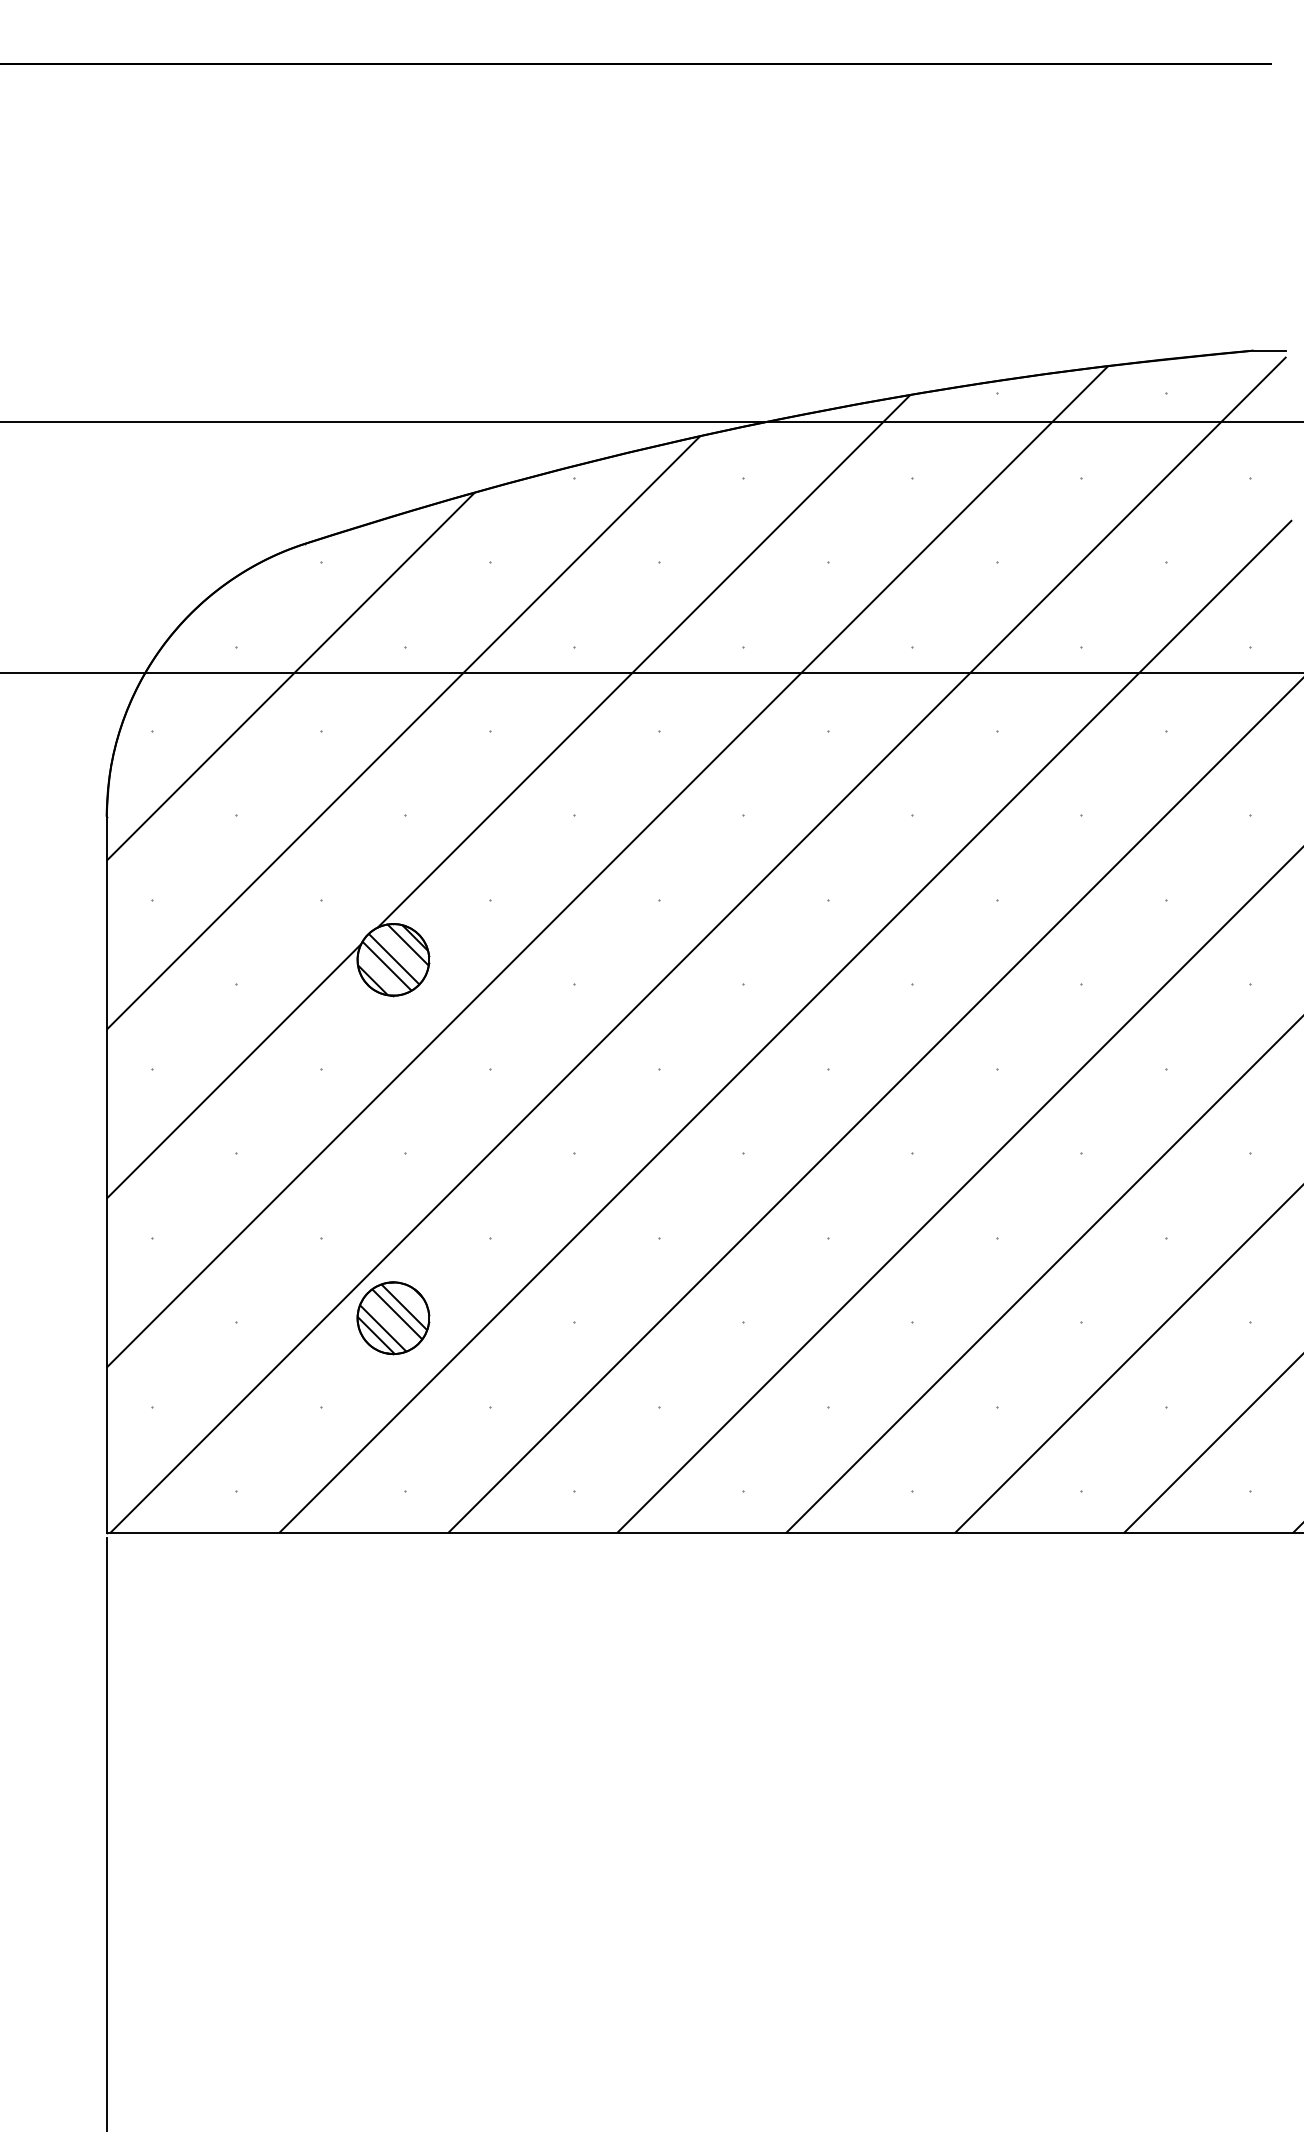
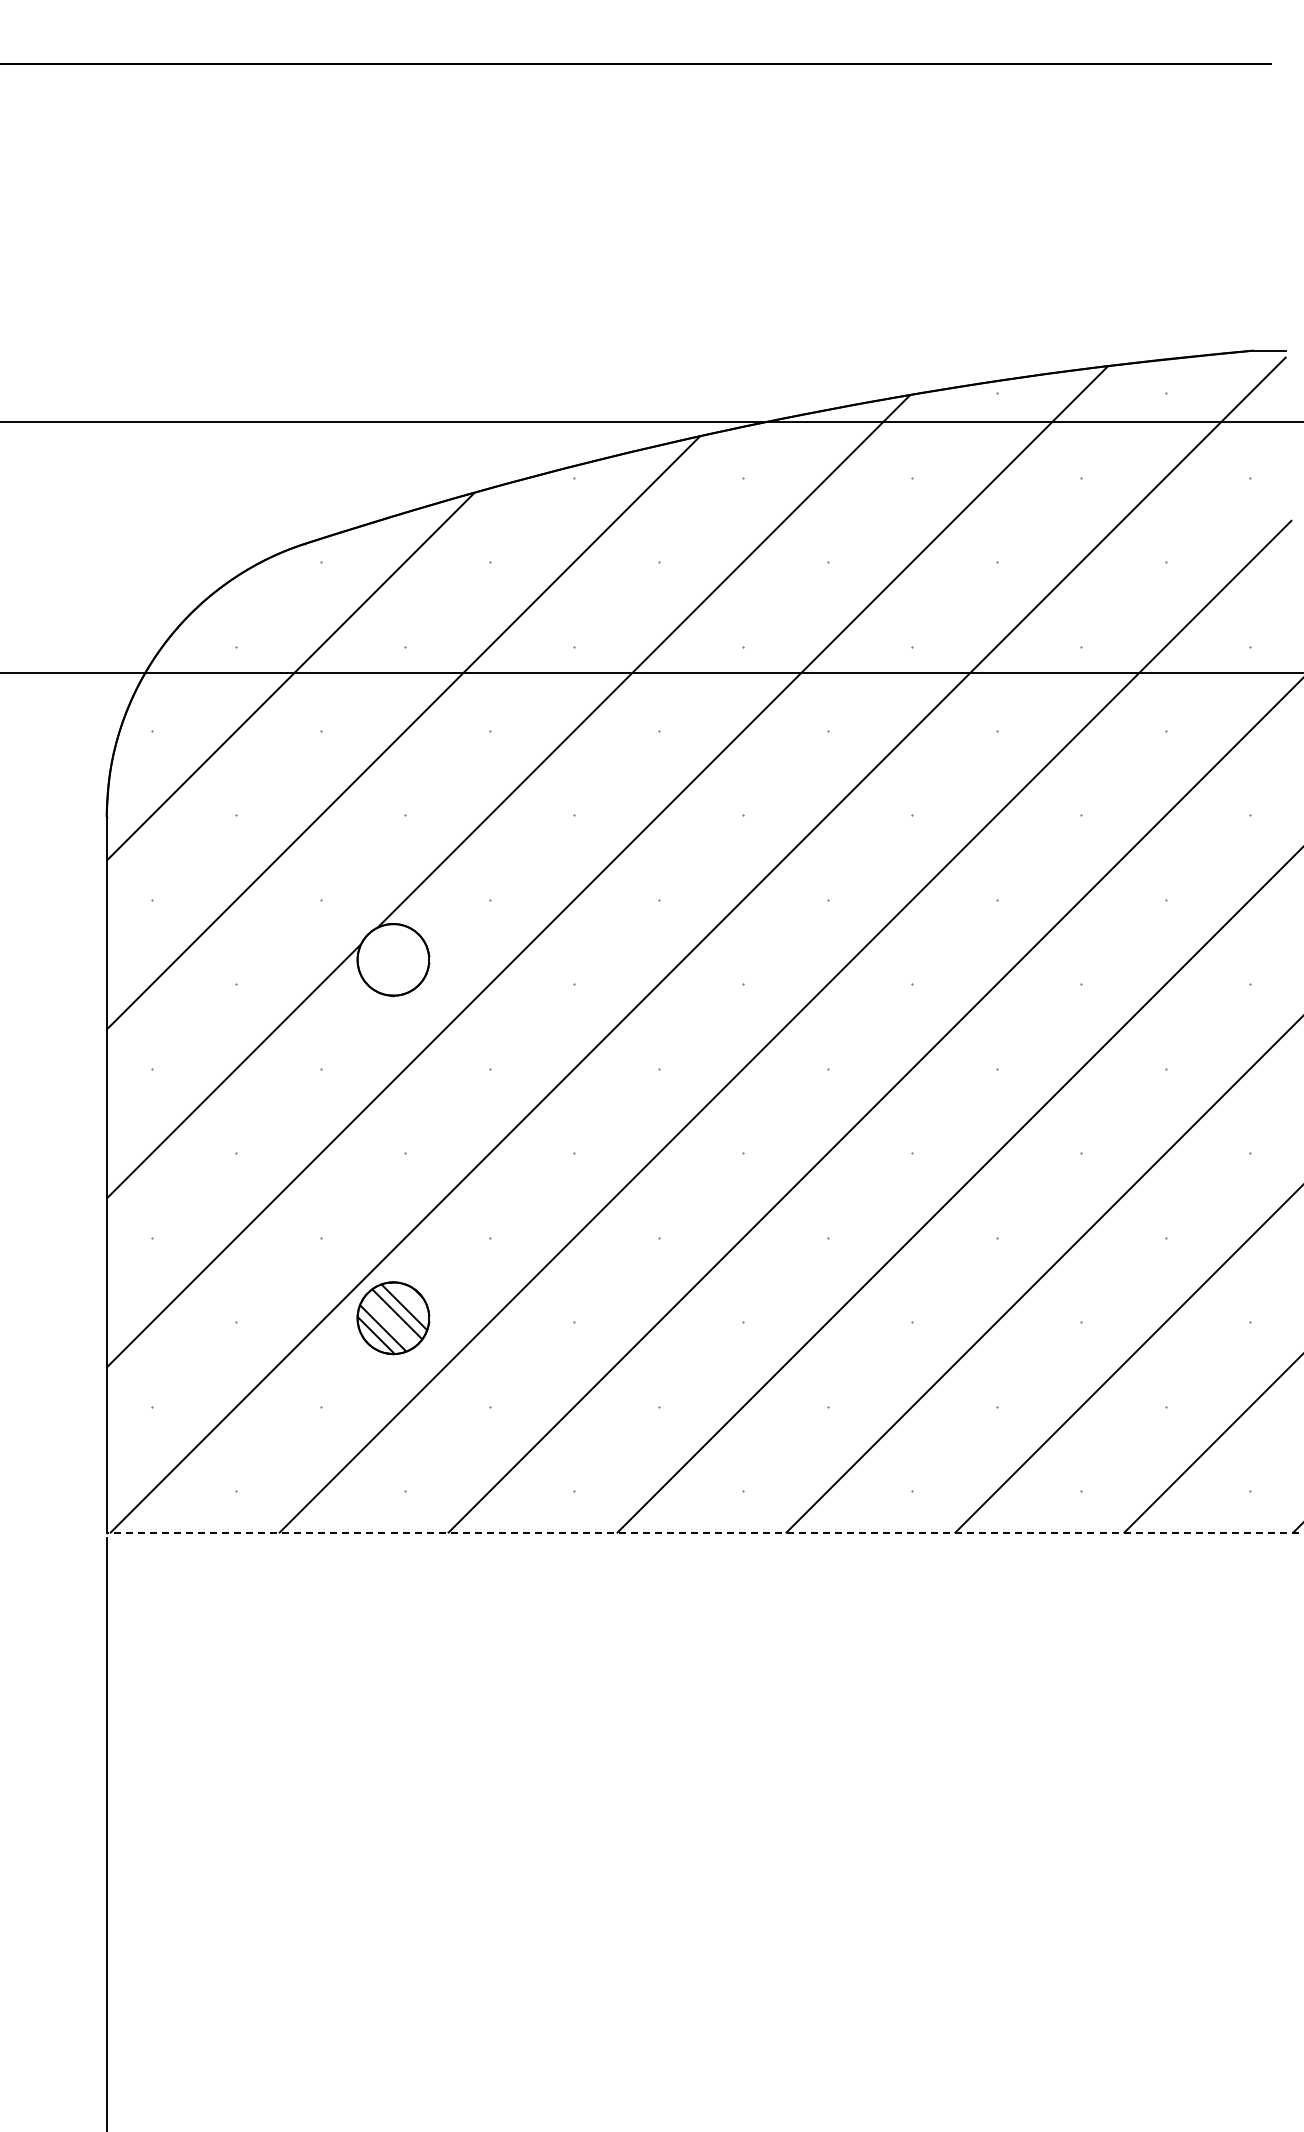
hatch at (393, 959): present -> none
line at (704, 1533): solid -> dashed
